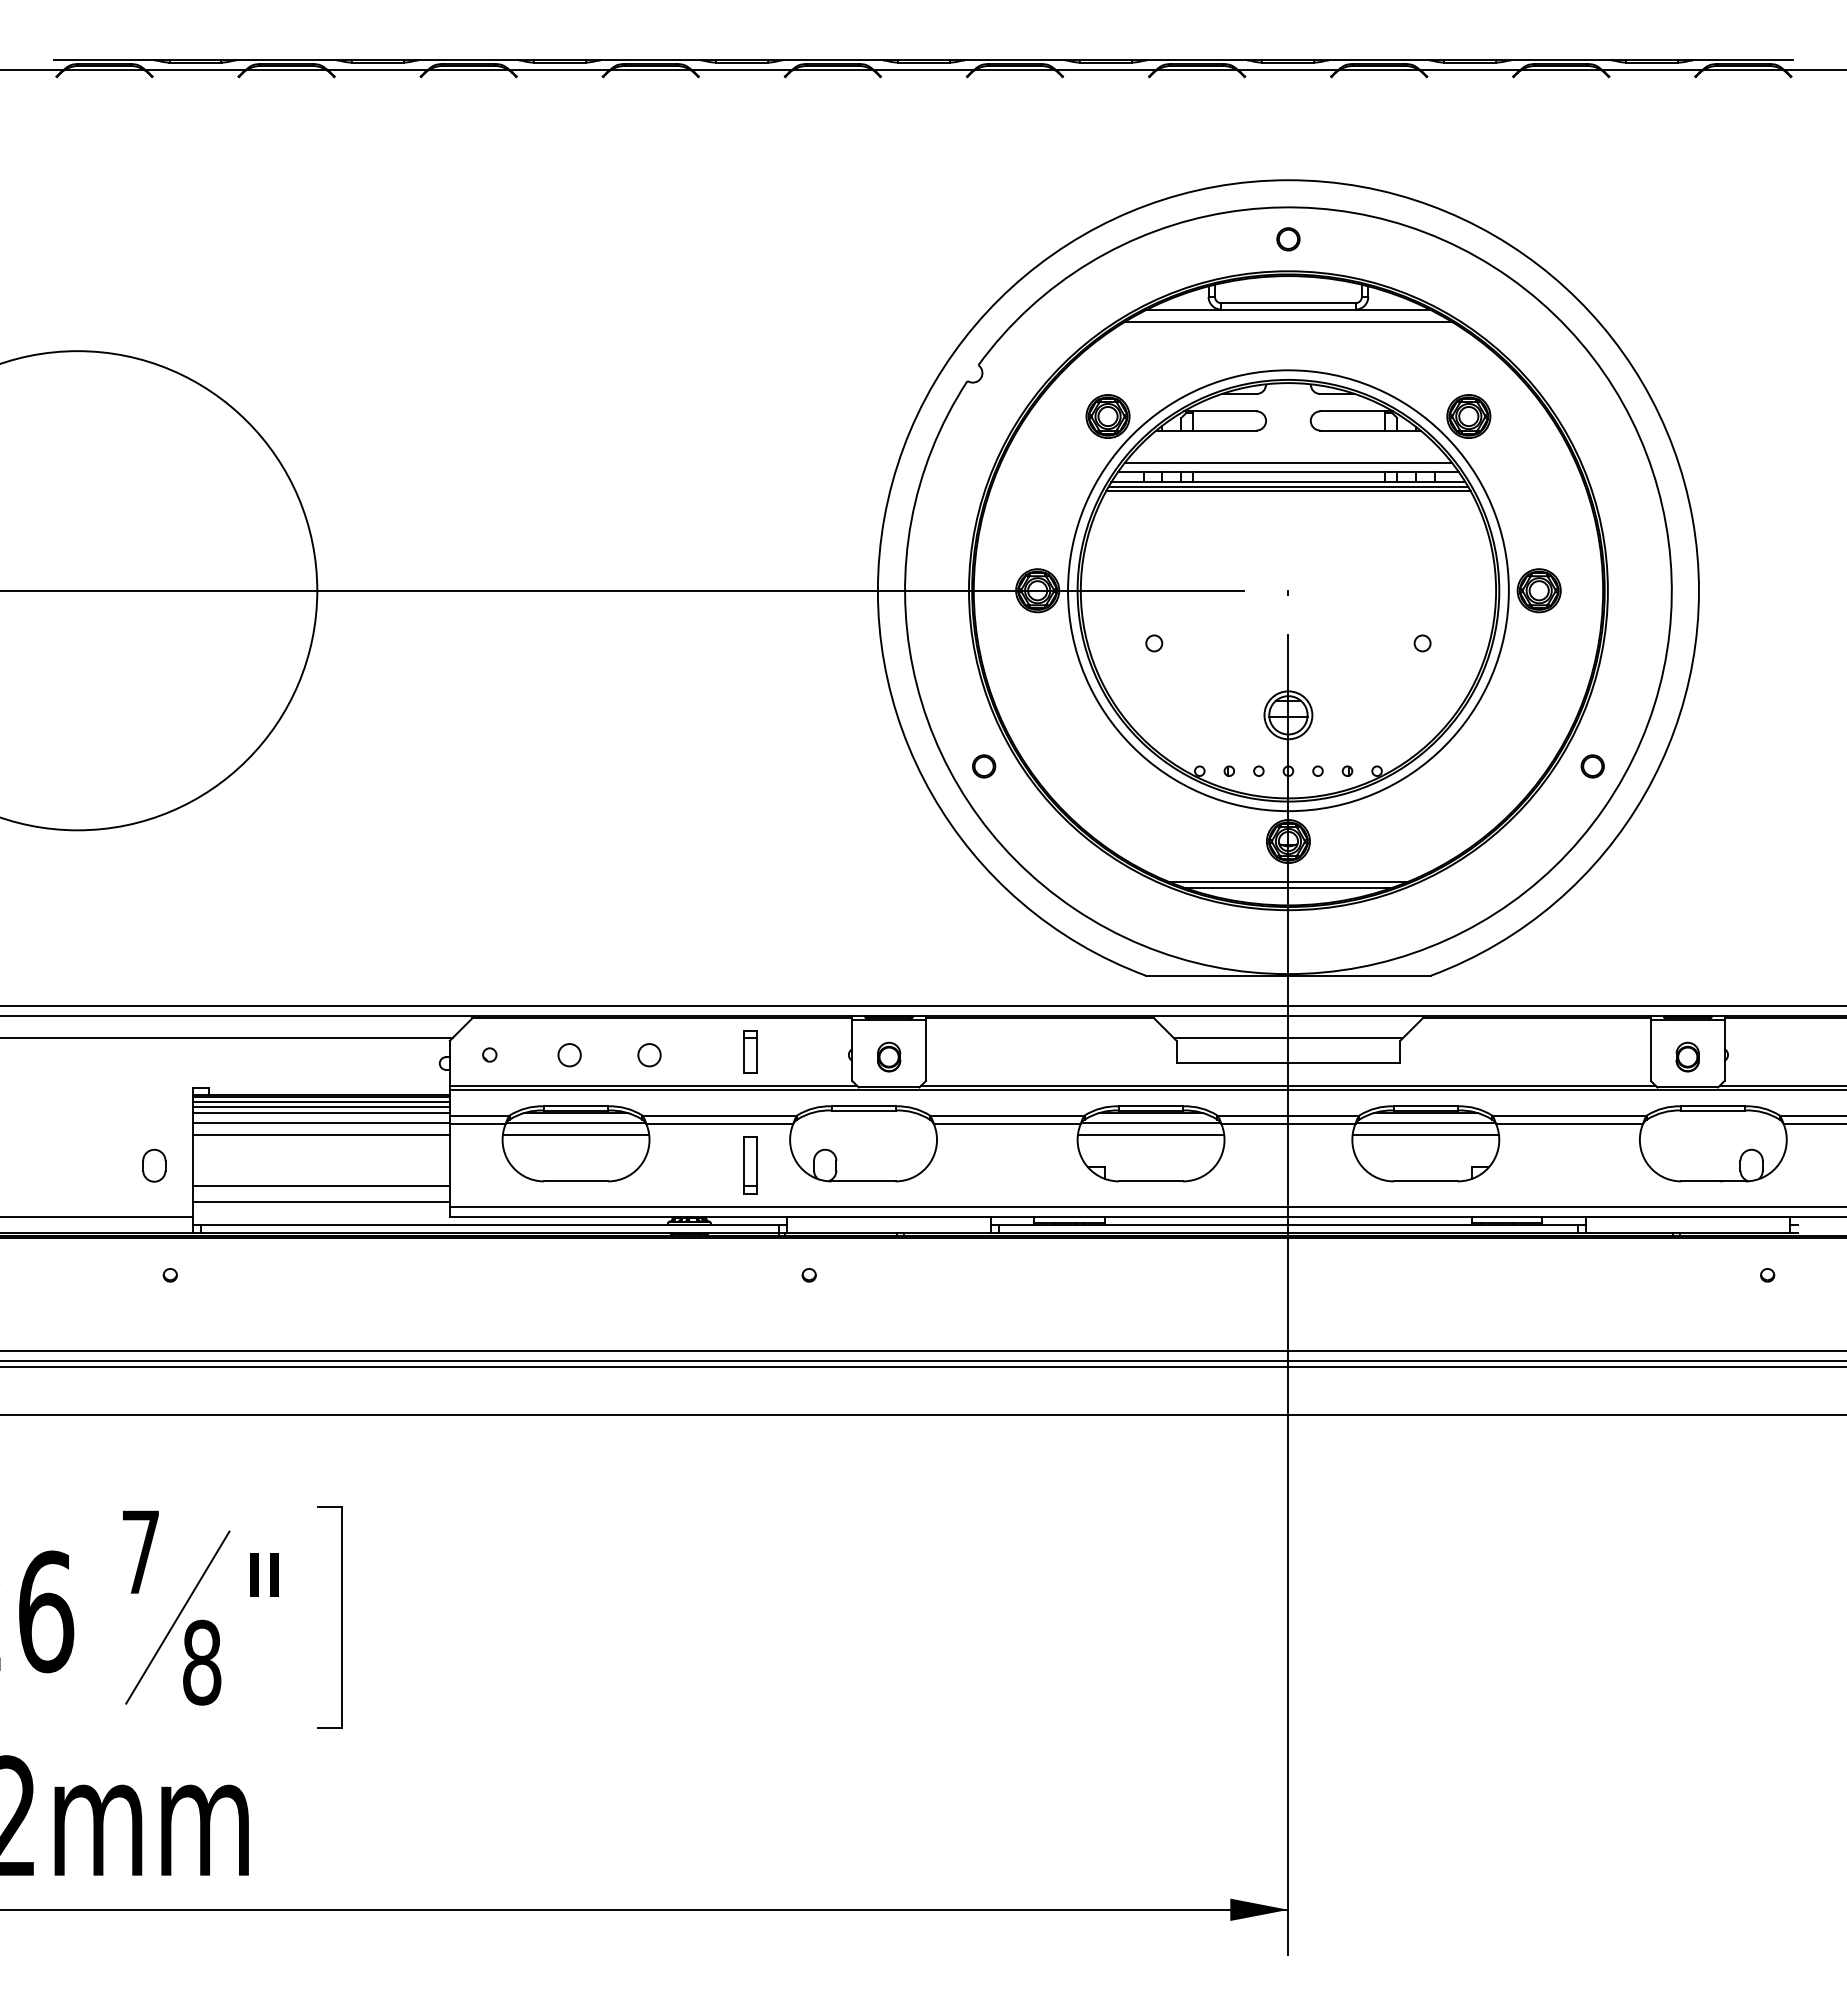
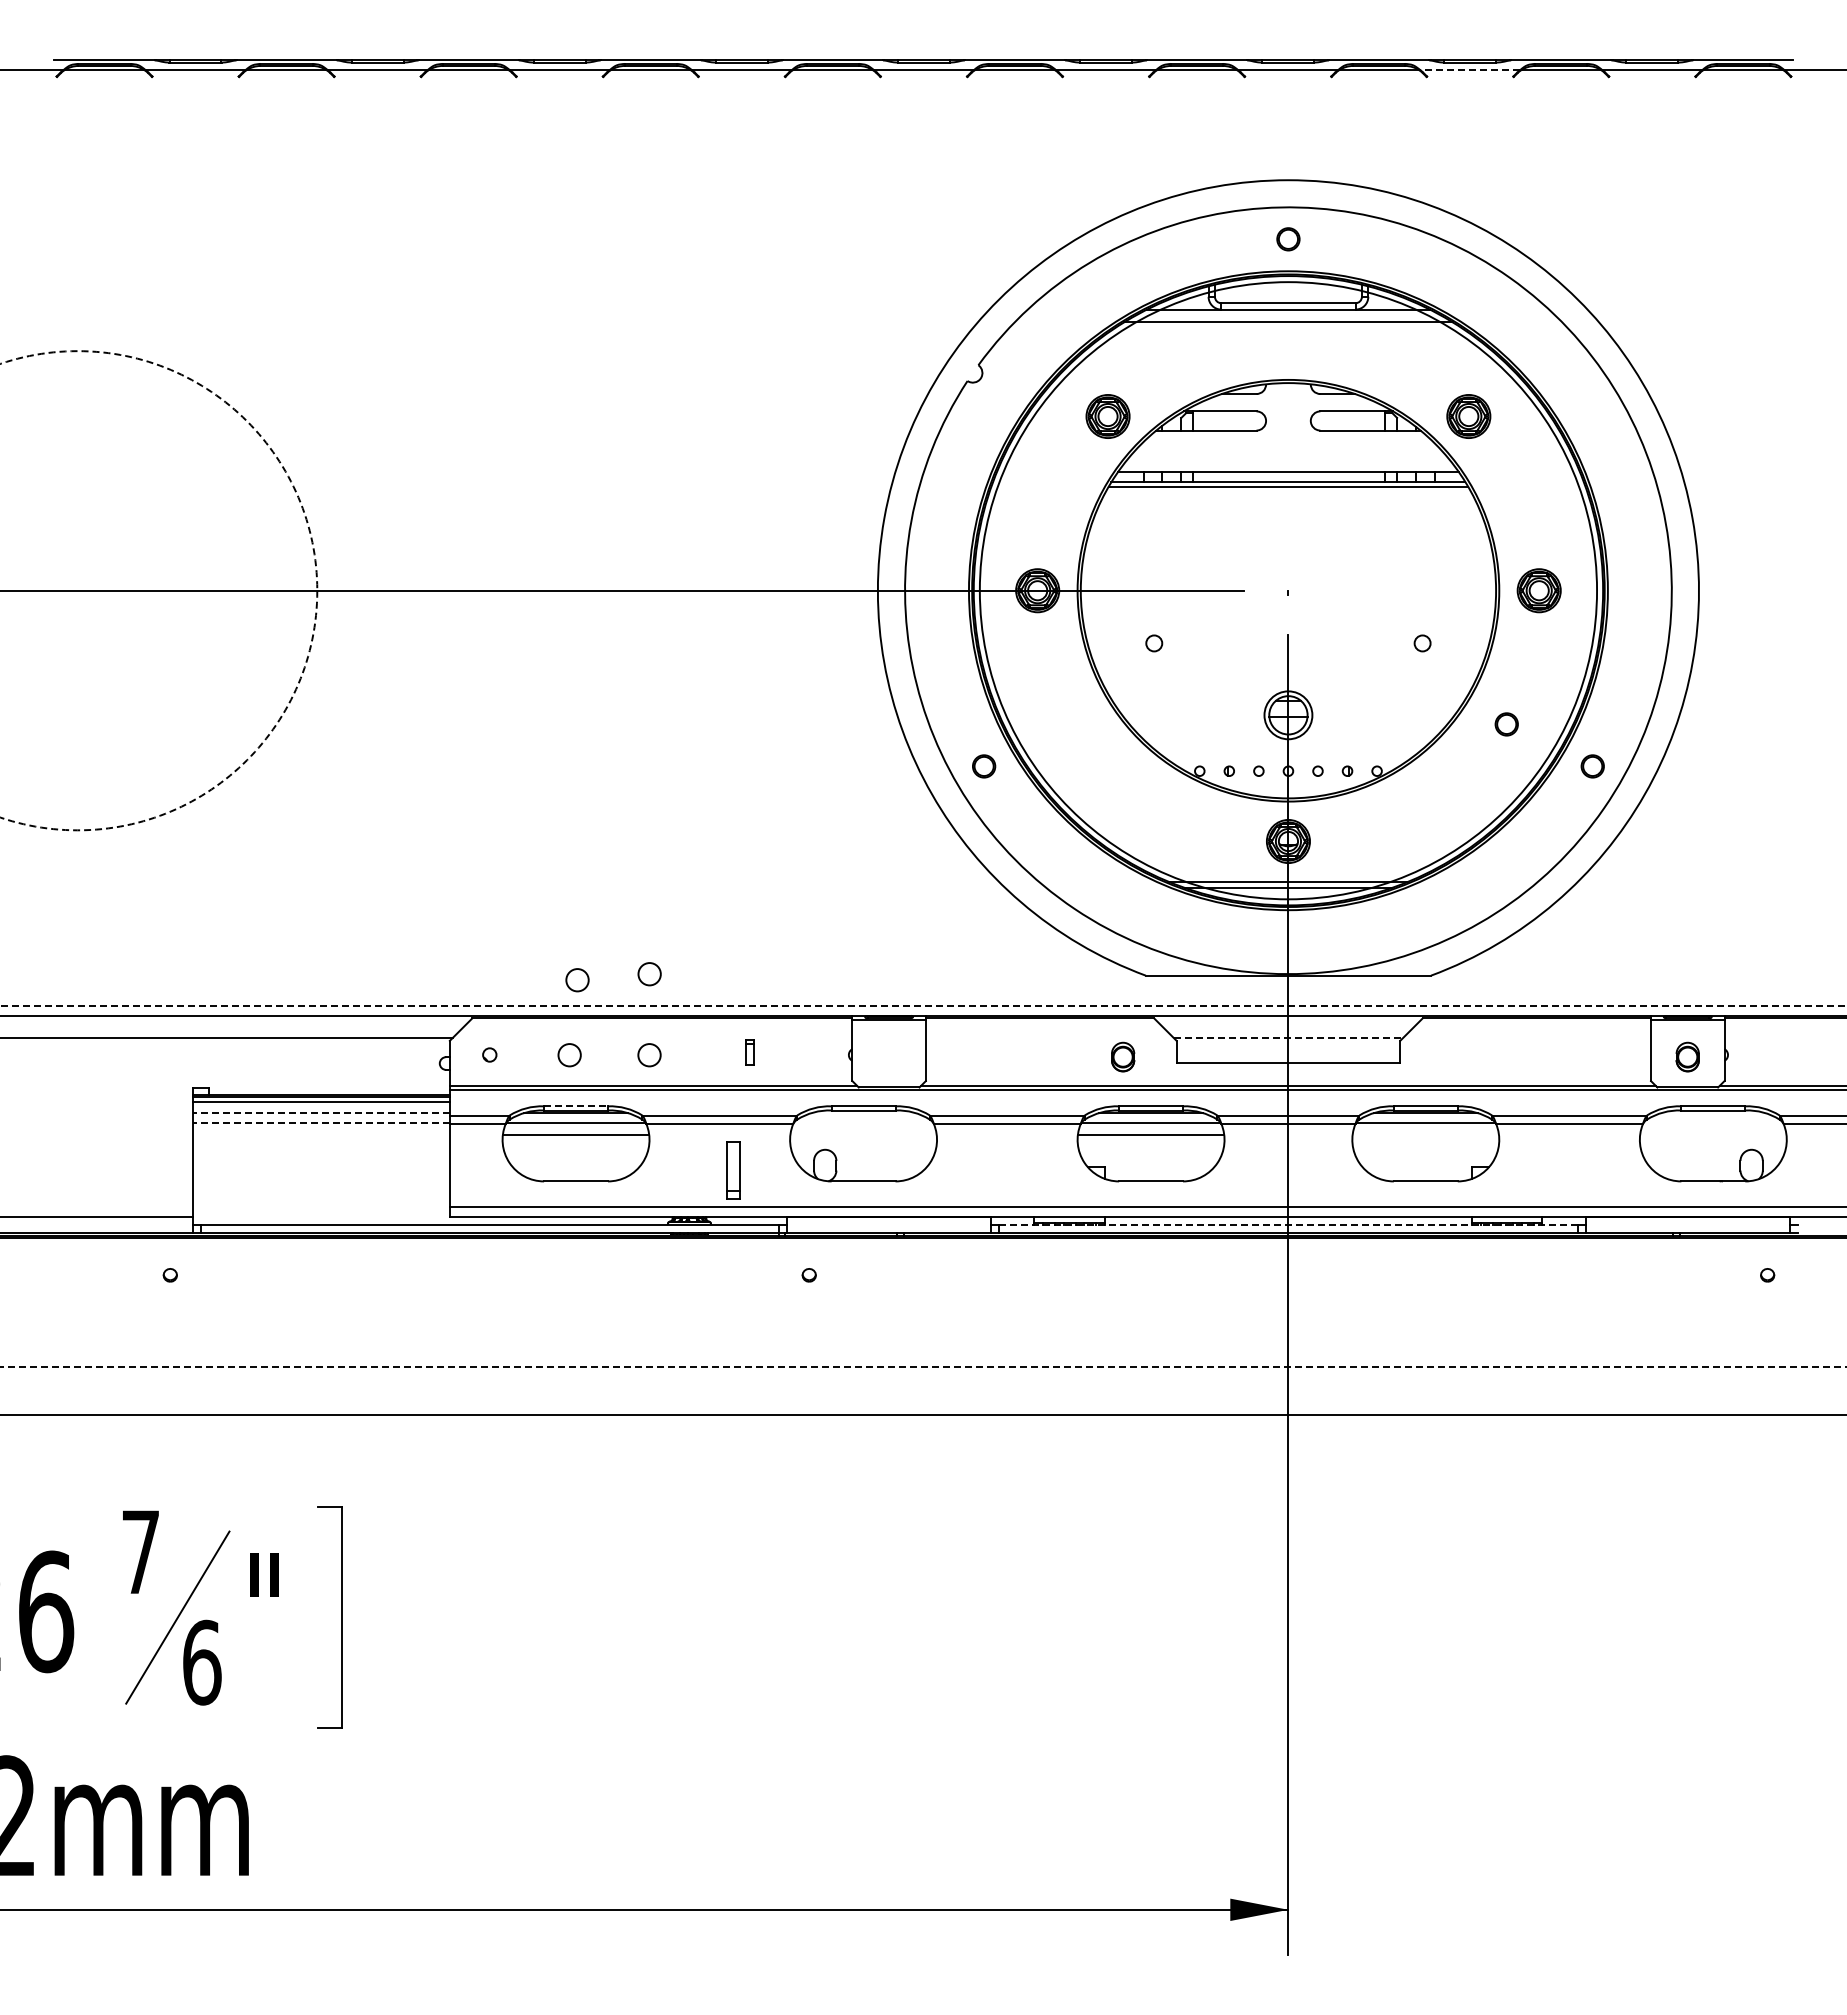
line at (1469, 70): solid -> dashed
line at (1287, 462): present -> none
line at (1288, 490): present -> none
circle at (158, 590): solid -> dashed
circle at (1288, 590) diameter: 441 px -> 617 px
part at (1506, 724): none -> present
circle at (649, 974): none -> present
circle at (577, 980): none -> present
line at (924, 1006): solid -> dashed
line at (1288, 1037): solid -> dashed
part at (750, 1051) size: 15x44 px -> 10x27 px
part at (889, 1056) position: (889, 1056) -> (1123, 1056)
line at (320, 1106): present -> none
line at (576, 1106): solid -> dashed
line at (321, 1113): solid -> dashed
line at (321, 1122): solid -> dashed
line at (320, 1134): present -> none
line at (1425, 1134): present -> none
part at (154, 1165): present -> none
part at (750, 1165) position: (750, 1165) -> (733, 1170)
line at (320, 1185): present -> none
line at (320, 1201): present -> none
line at (1287, 1224): solid -> dashed
line at (922, 1351): present -> none
line at (922, 1360): present -> none
line at (923, 1367): solid -> dashed
text at (202, 1662): 8 -> 6
